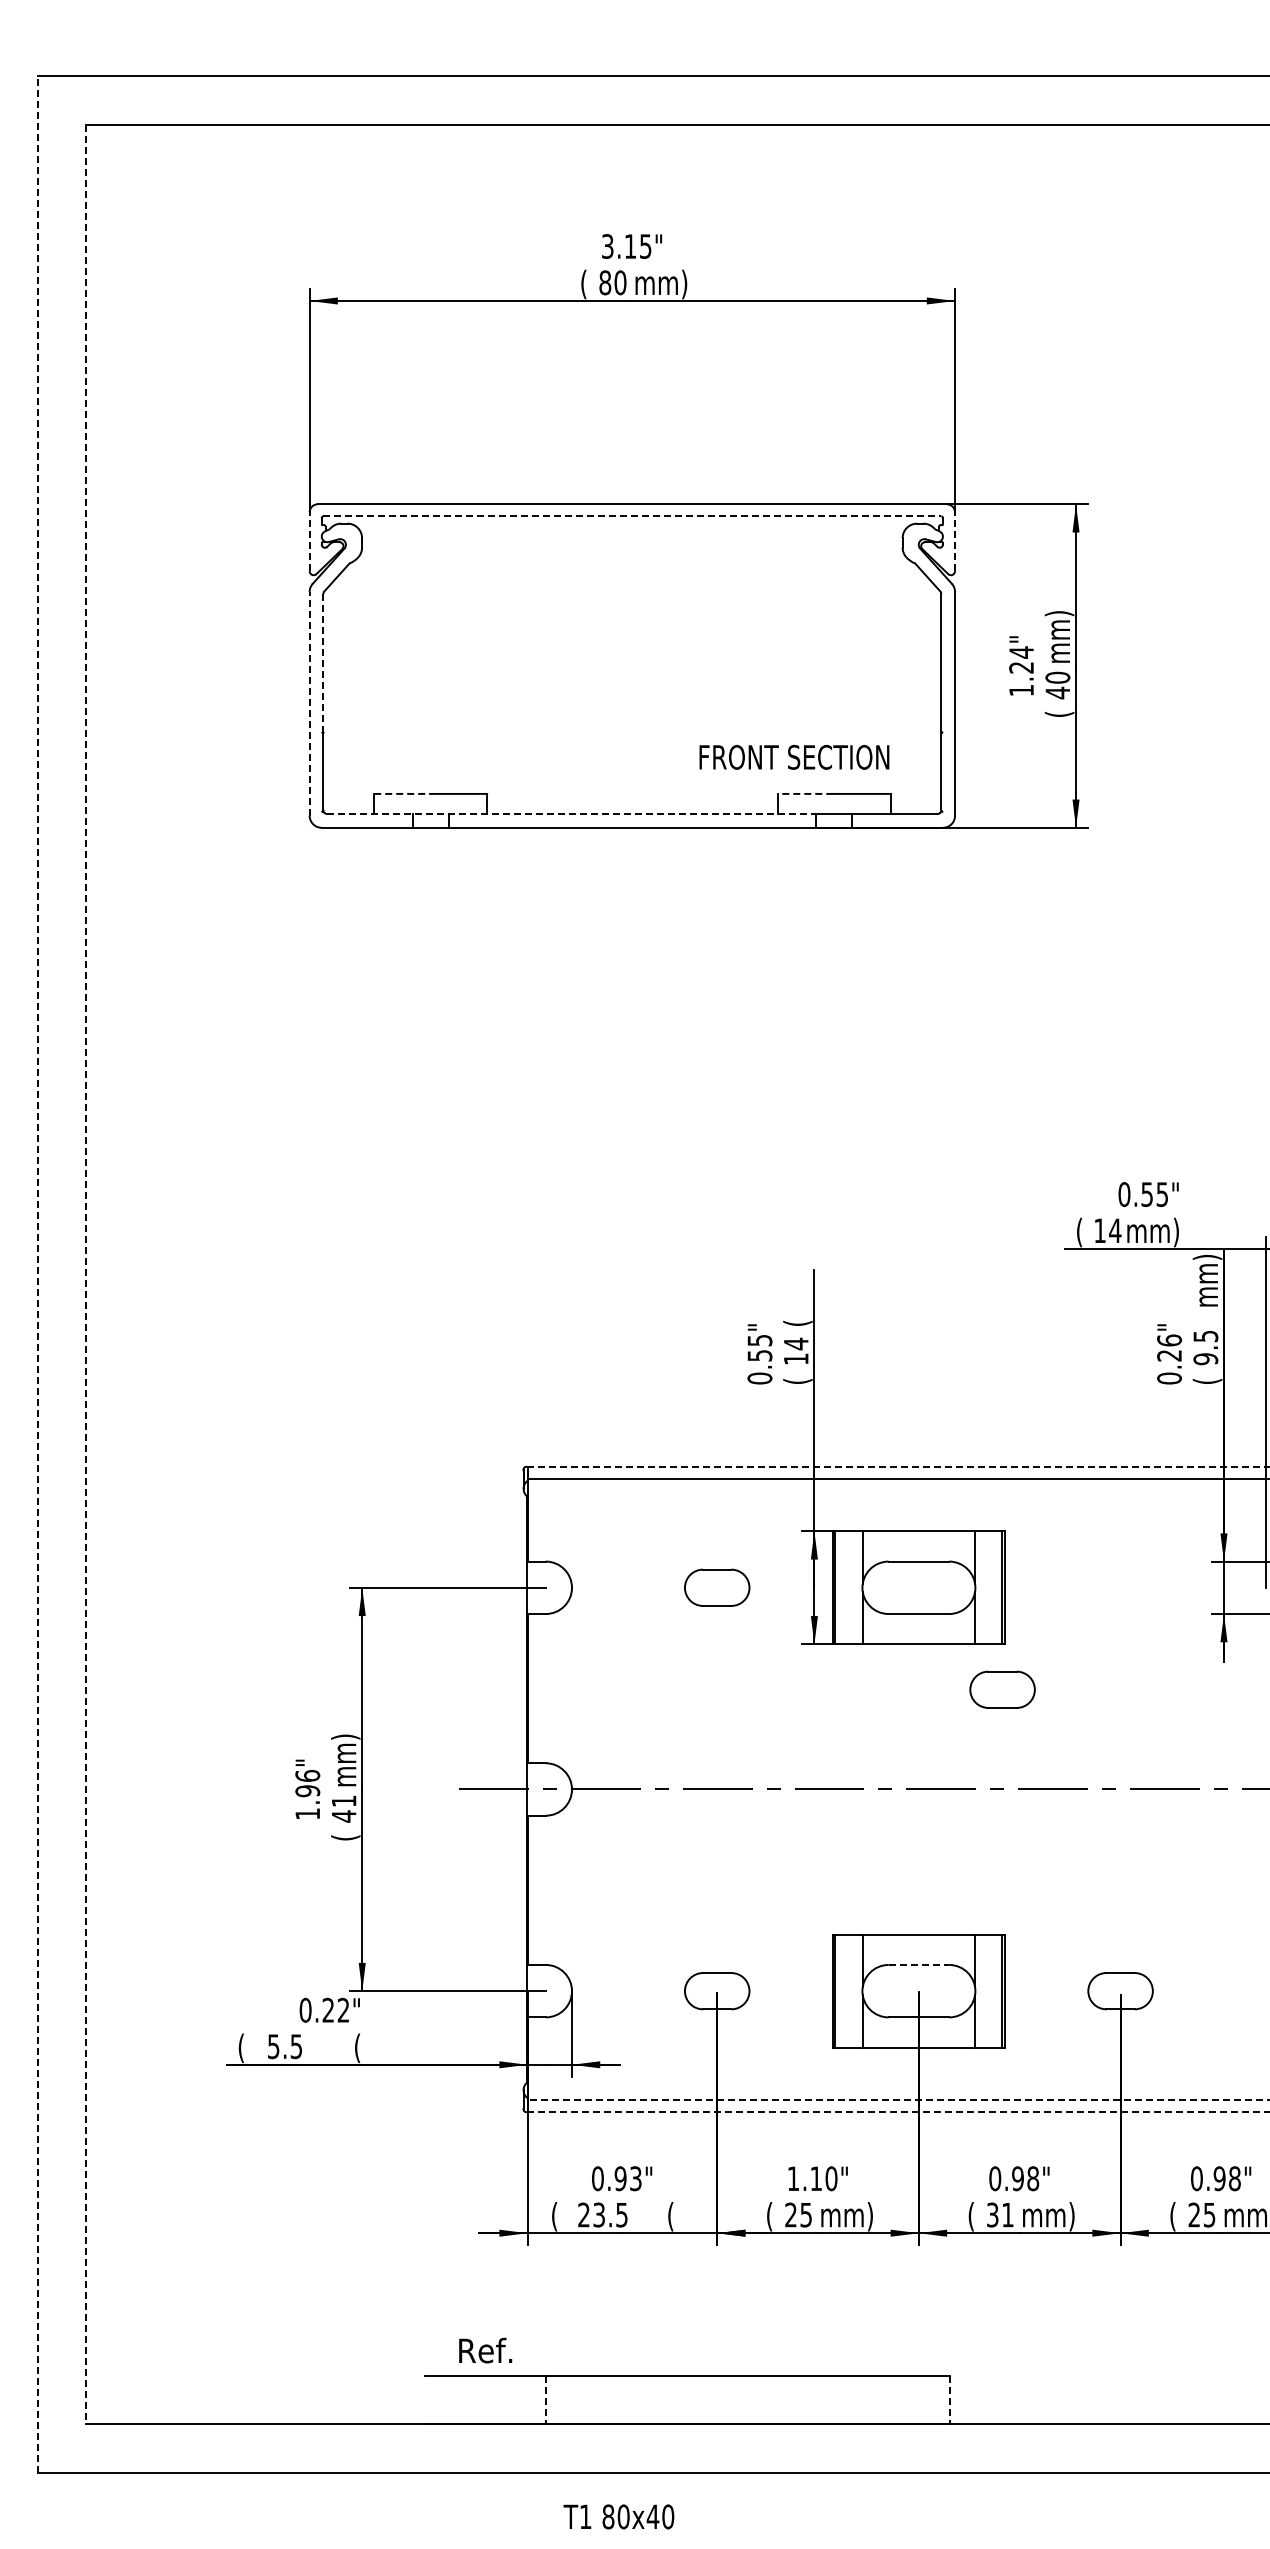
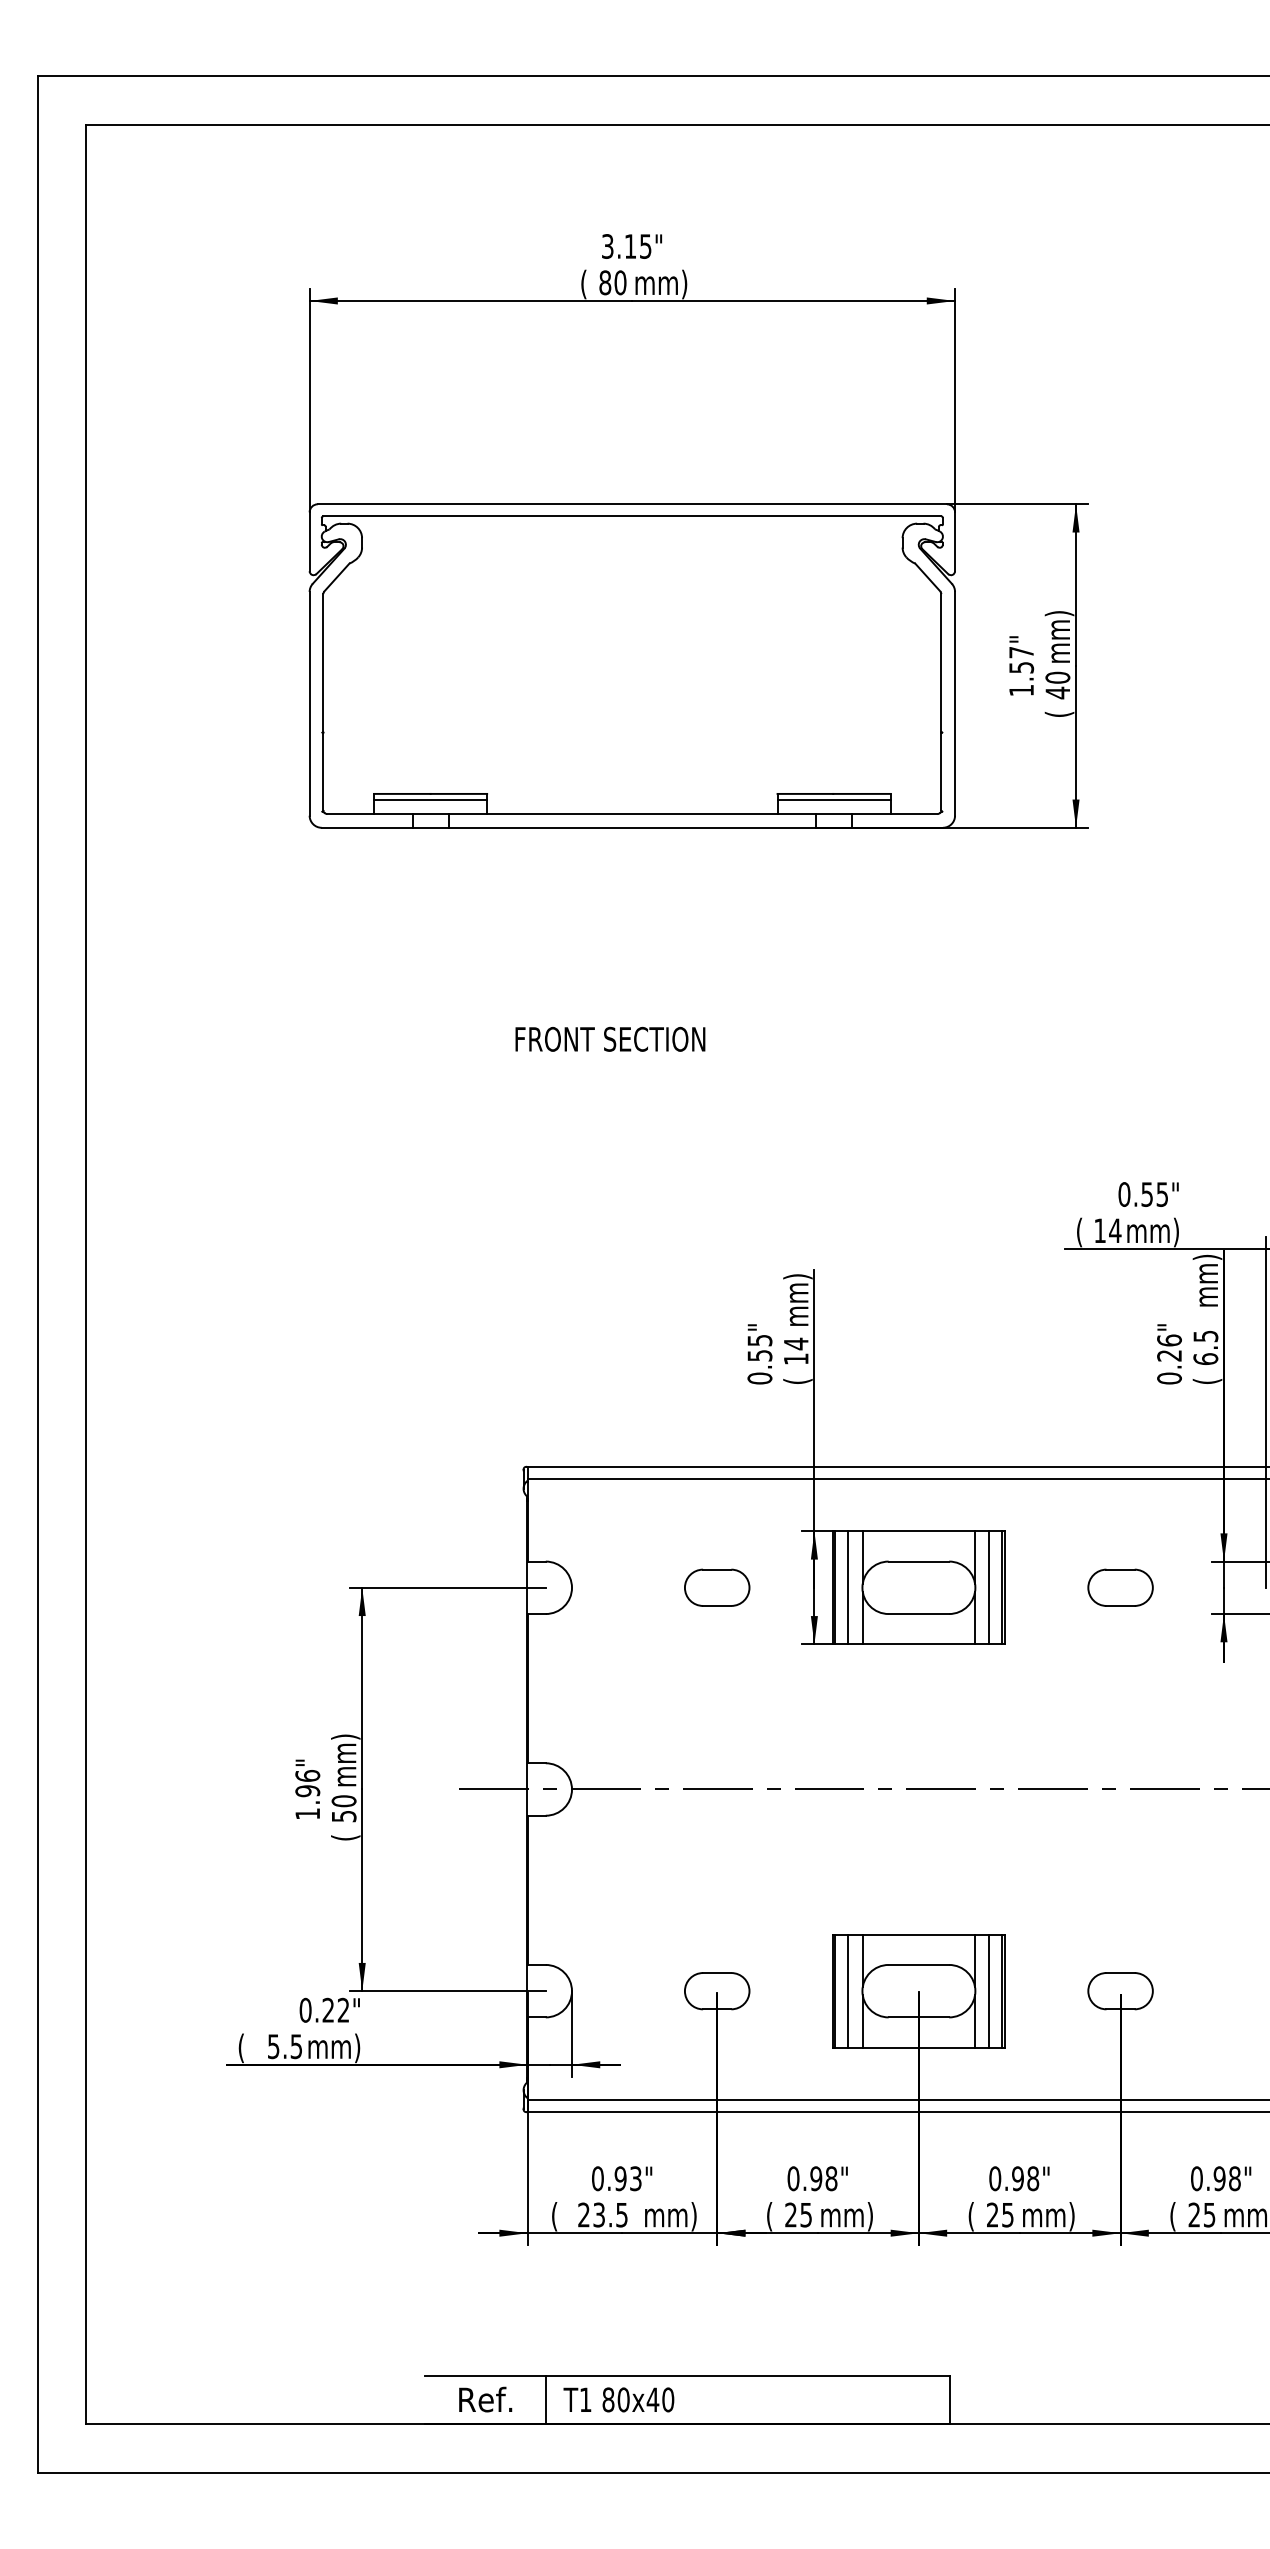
line at (632, 516): dashed -> solid
line at (309, 541): dashed -> solid
line at (955, 541): dashed -> solid
text at (1021, 659): 1.24" -> 1.57"
line at (323, 663): dashed -> solid
line at (309, 703): dashed -> solid
text at (794, 756) position: (794, 756) -> (610, 1038)
line at (402, 793): dashed -> solid
line at (805, 793): dashed -> solid
line at (430, 799): none -> present
line at (833, 799): none -> present
line at (572, 814): dashed -> solid
line at (38, 1274): dashed -> solid
line at (86, 1274): dashed -> solid
text at (797, 1299): ( -> mm)
text at (1205, 1359): 9.5 -> 6.5
line at (899, 1466): dashed -> solid
line at (848, 1587): none -> present
line at (989, 1587): none -> present
part at (1002, 1689) position: (1002, 1689) -> (1120, 1587)
text at (343, 1808): 41 -> 50
line at (919, 1964): dashed -> solid
line at (848, 1990): none -> present
line at (989, 1990): none -> present
text at (334, 2048): ( -> mm)
line at (898, 2100): dashed -> solid
line at (899, 2112): dashed -> solid
text at (812, 2178): 1.10" -> 0.98"
text at (1000, 2215): 31 -> 25
text at (670, 2216): ( -> mm)
text at (485, 2350) position: (485, 2350) -> (485, 2399)
line at (546, 2400): dashed -> solid
line at (949, 2400): dashed -> solid
text at (618, 2516) position: (618, 2516) -> (618, 2399)
